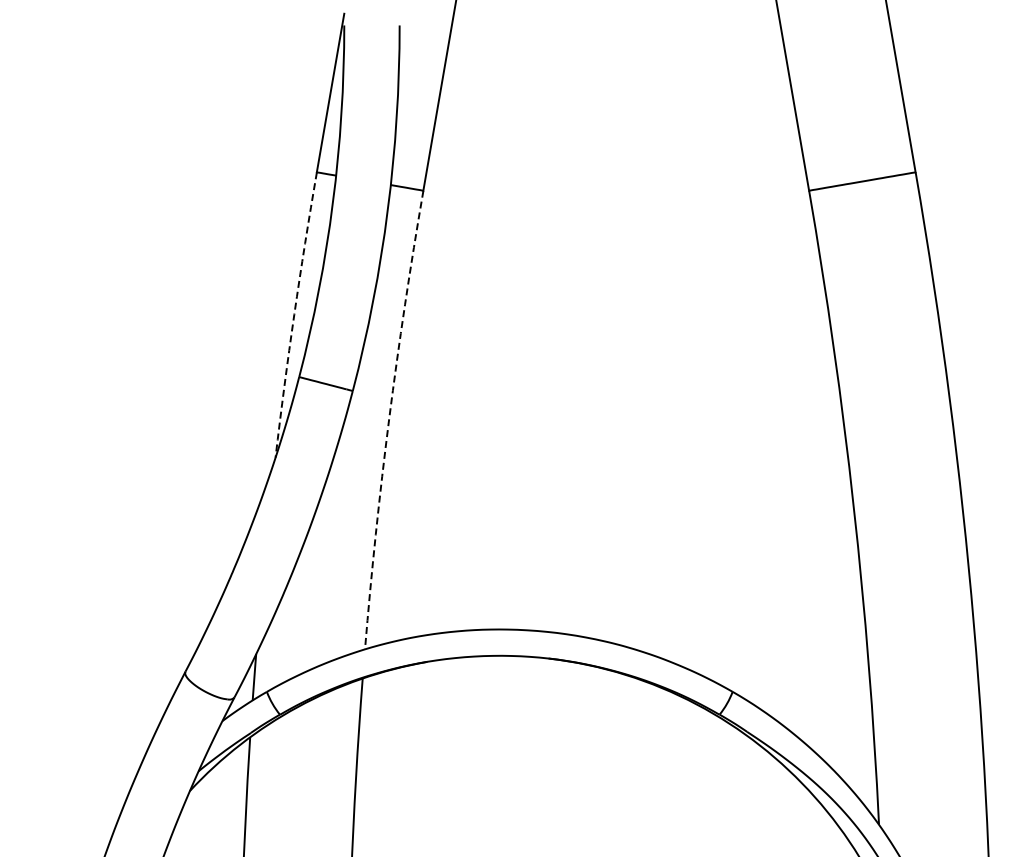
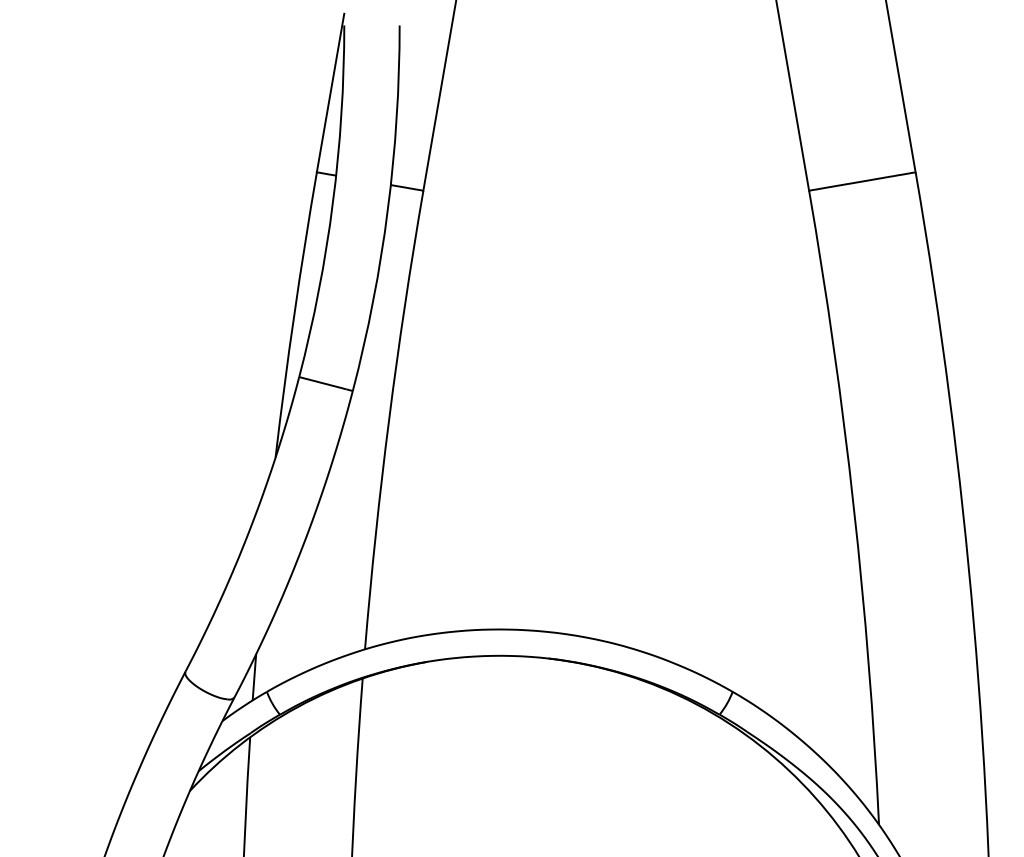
arc at (294, 314): dashed -> solid
arc at (389, 419): dashed -> solid
